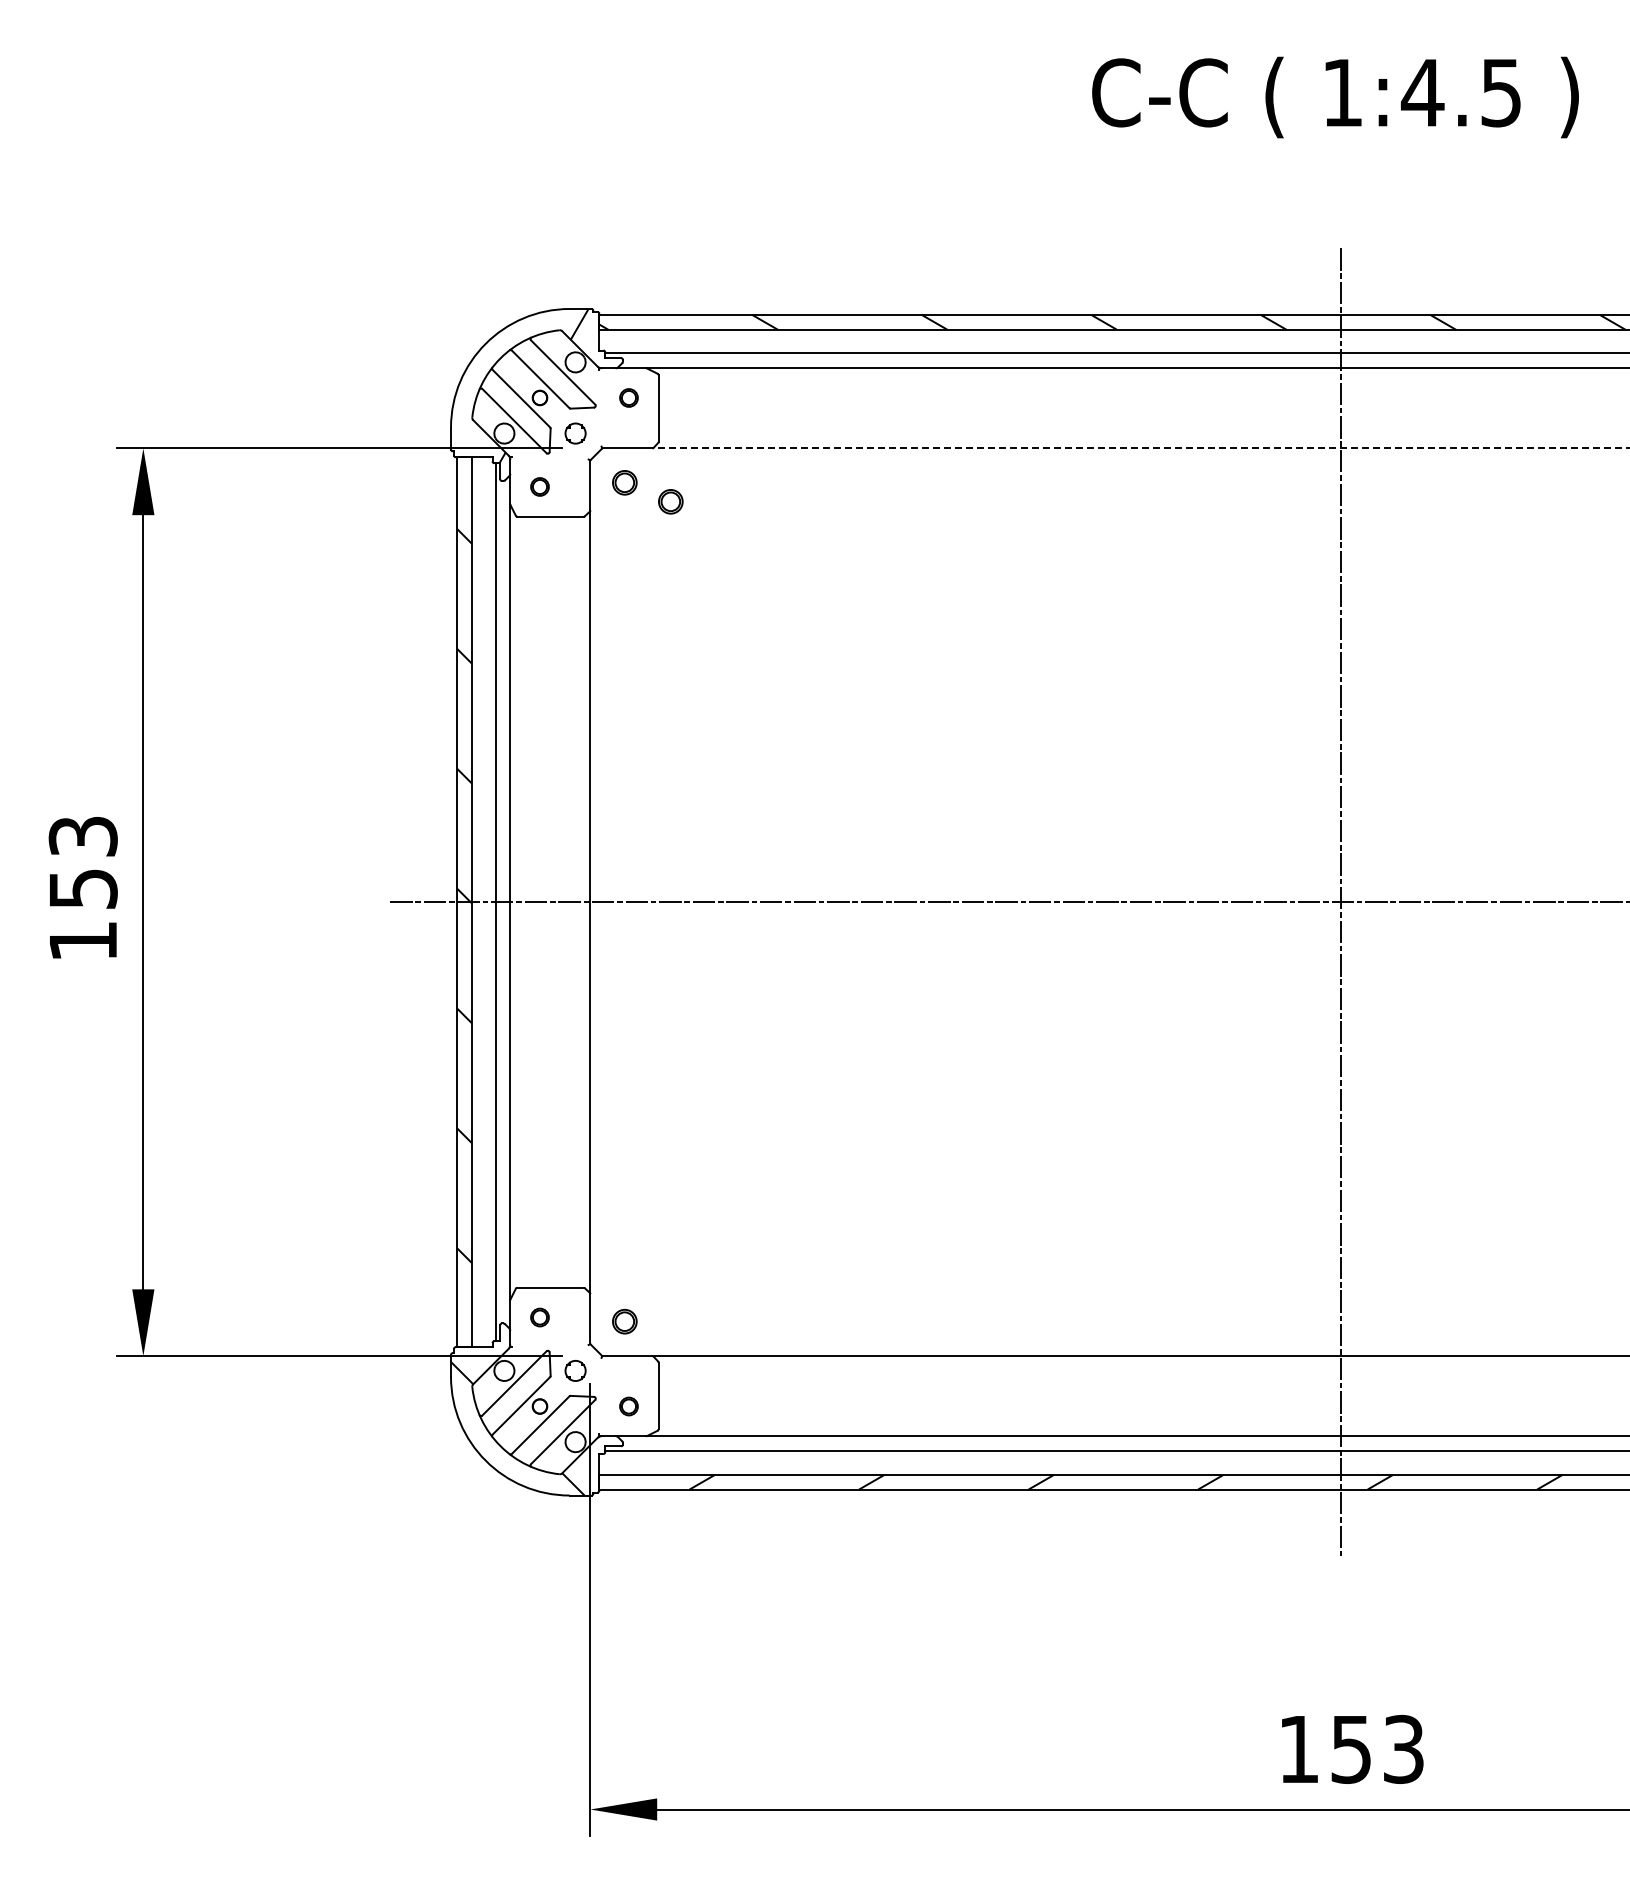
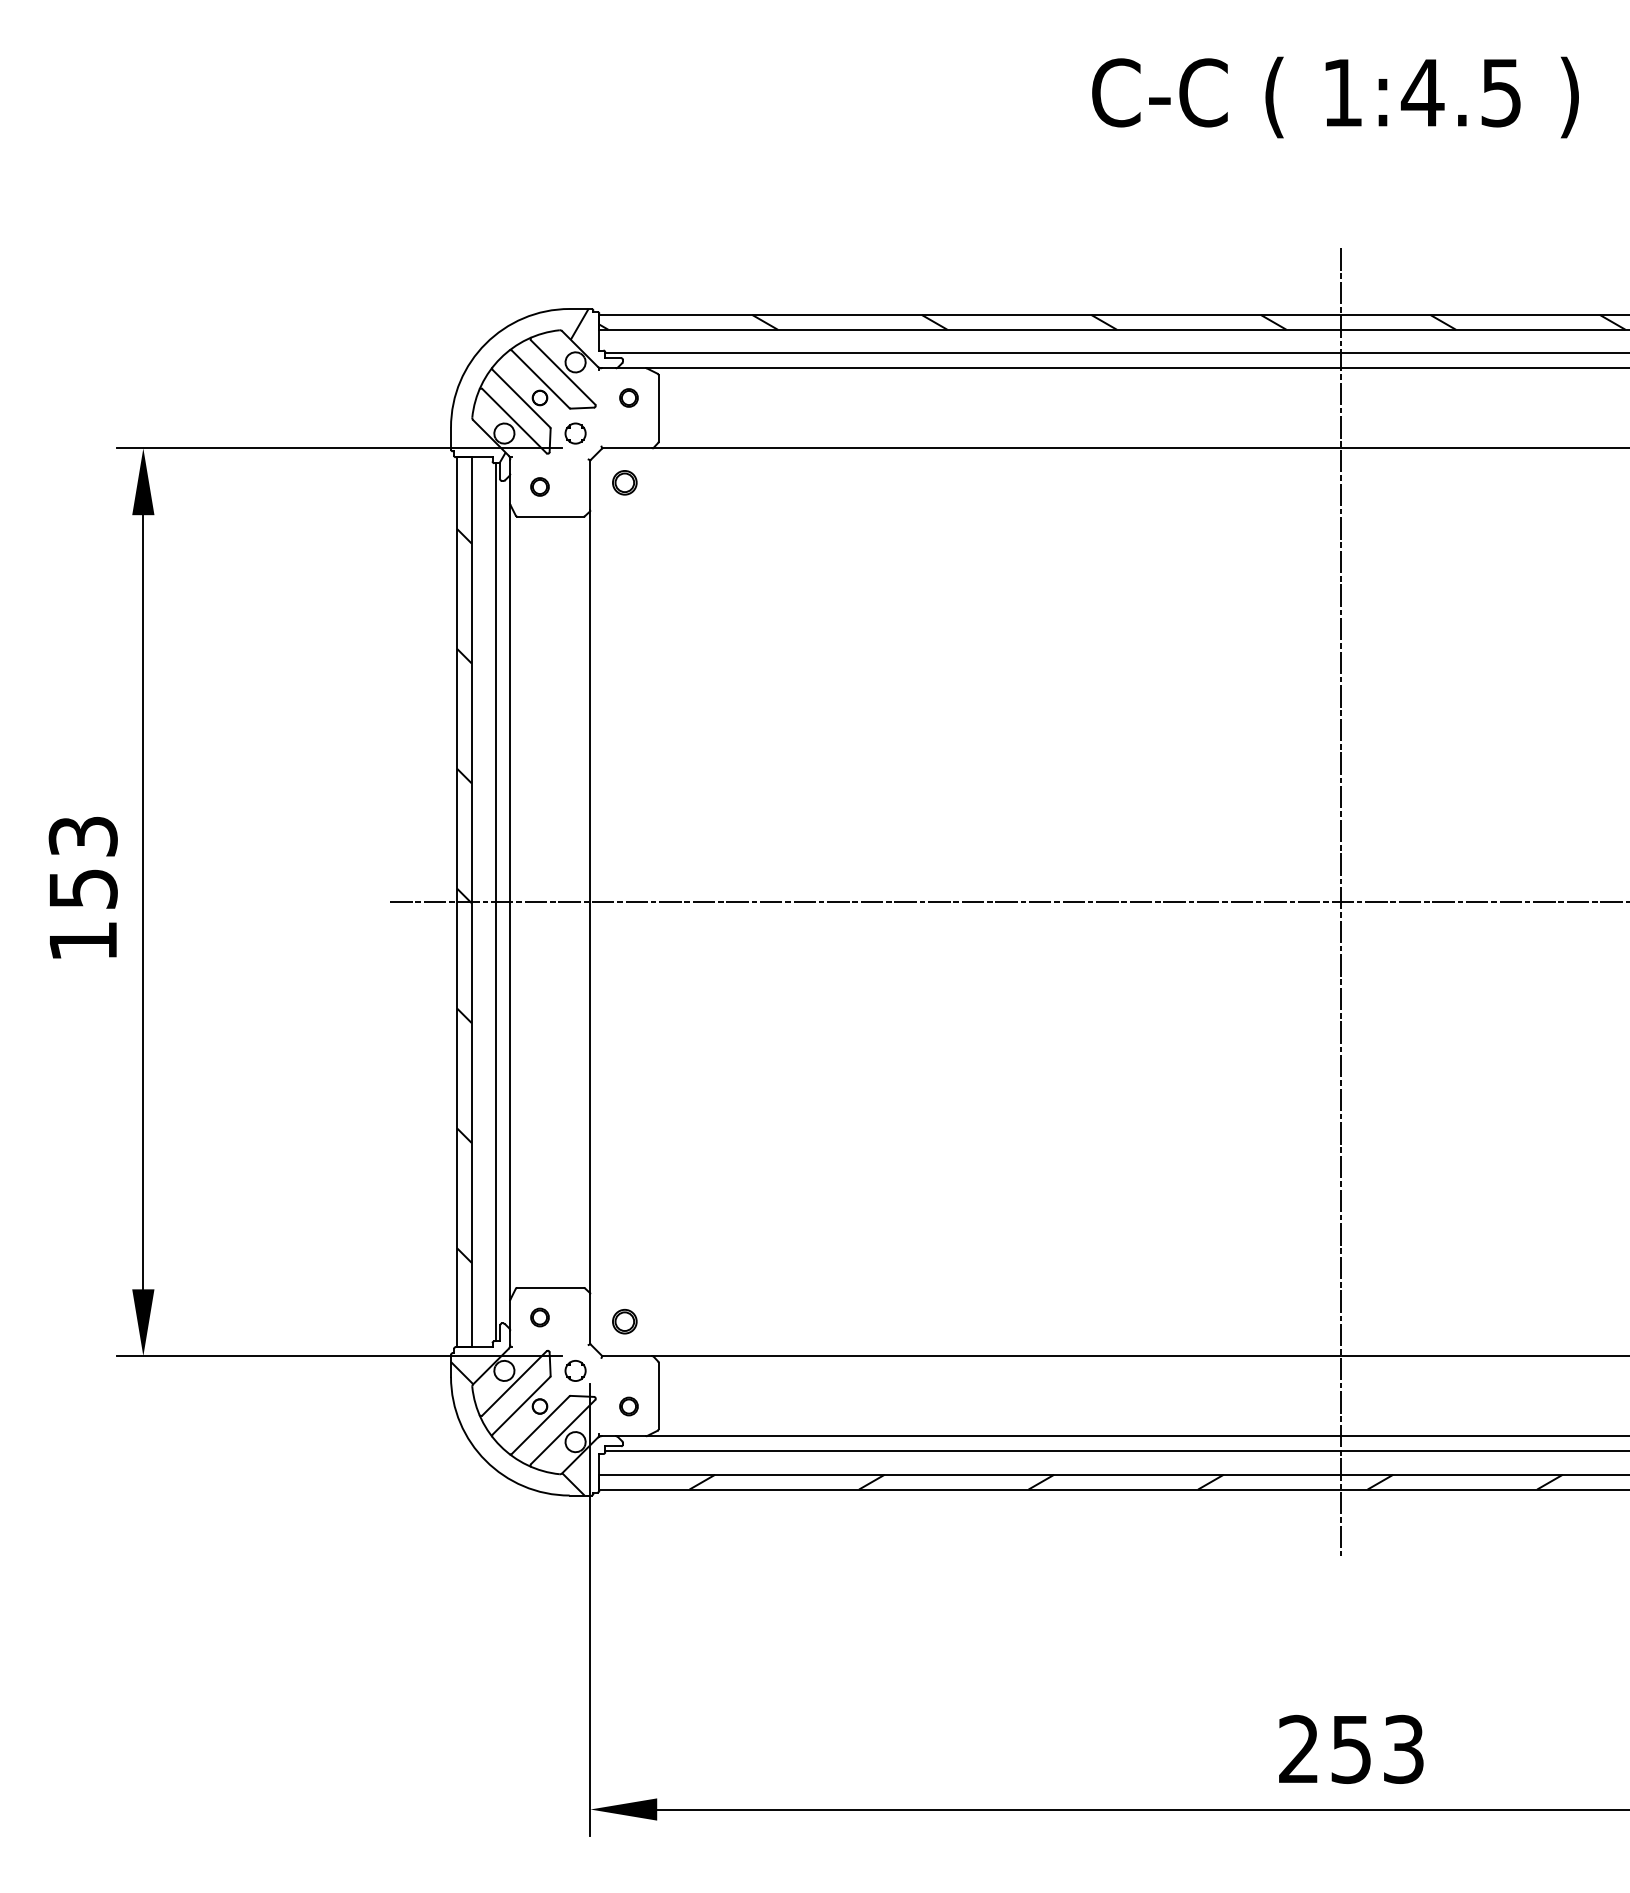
line at (1141, 448): dashed -> solid
part at (670, 501): present -> none
text at (1298, 1748): 153 -> 253
